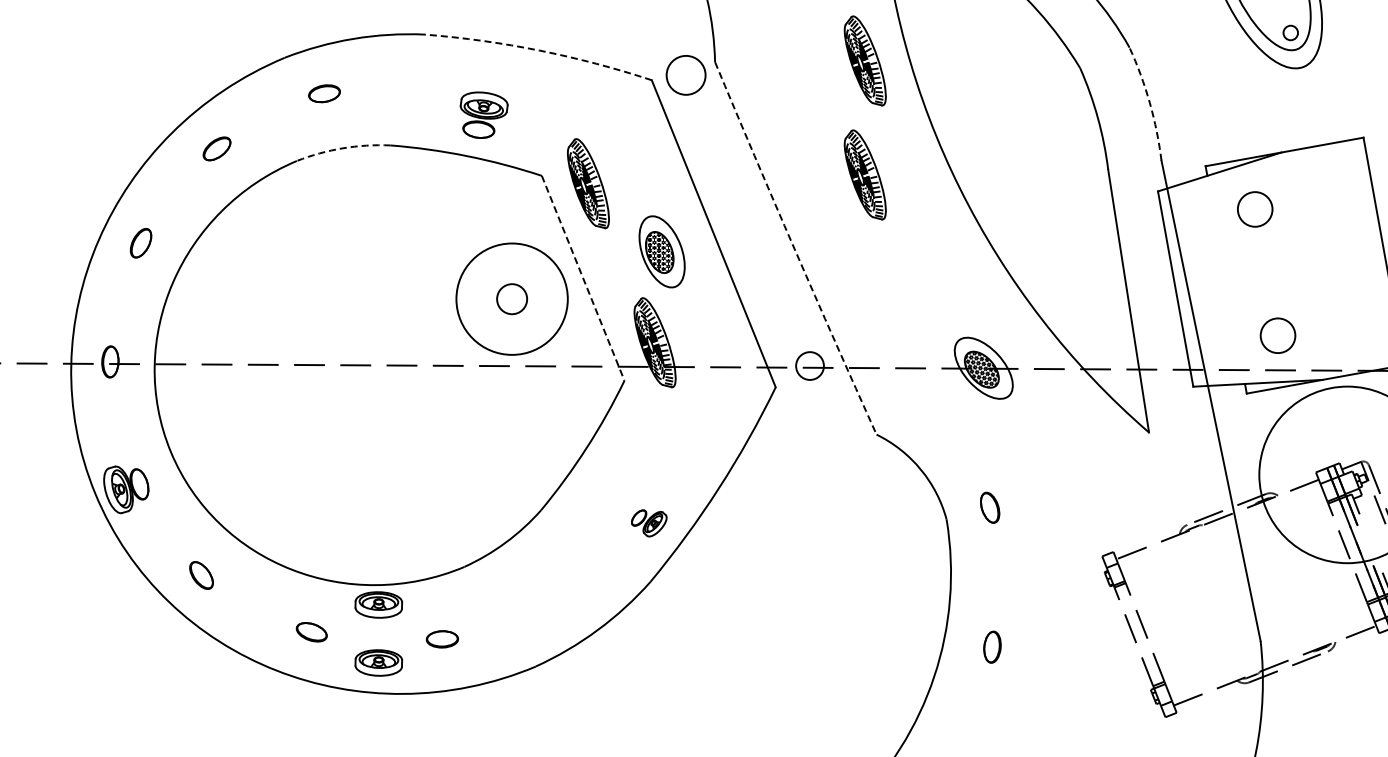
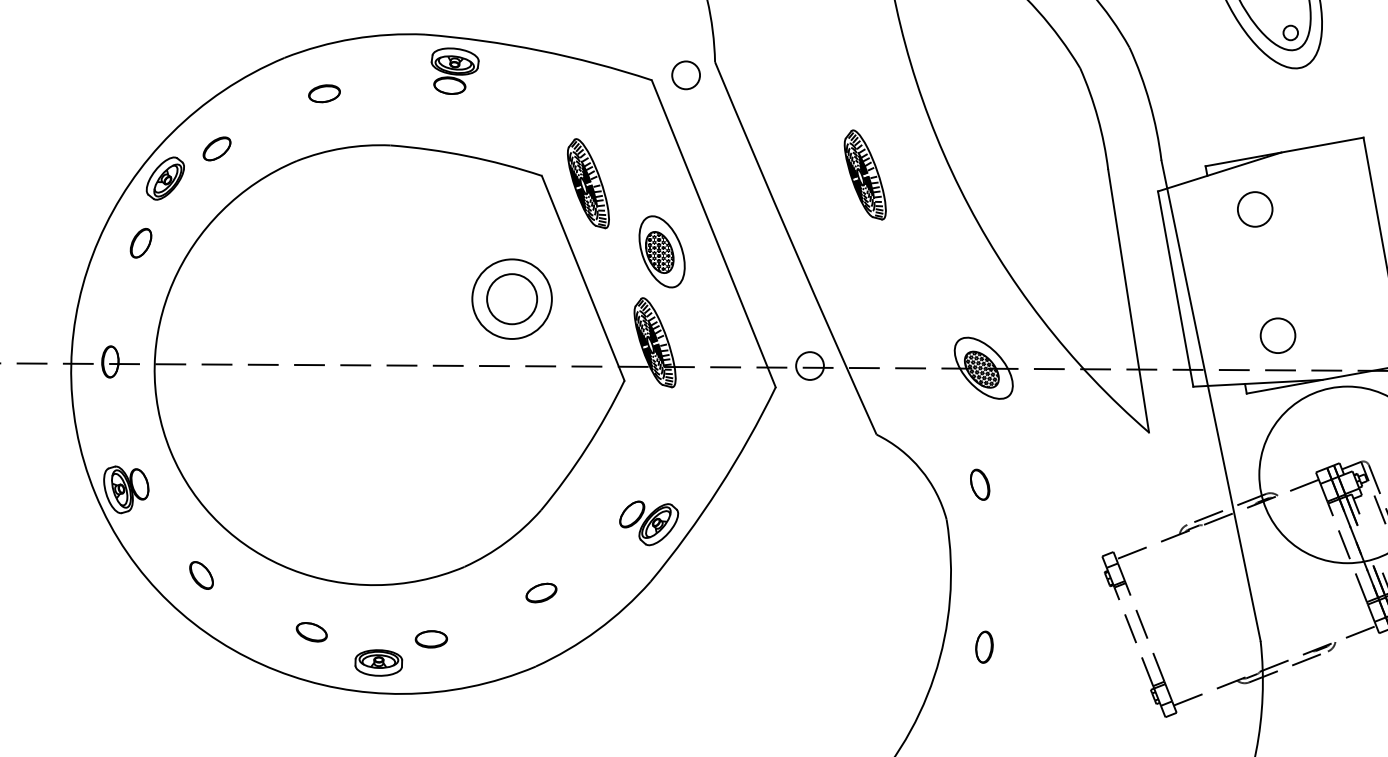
arc at (539, 50): dashed -> solid
part at (864, 60): present -> none
circle at (685, 74) diameter: 39 px -> 28 px
arc at (1149, 102): dashed -> solid
part at (483, 114) position: (483, 114) -> (454, 70)
arc at (342, 148): dashed -> solid
part at (164, 178): none -> present
arc at (794, 248): dashed -> solid
line at (583, 278): dashed -> solid
circle at (511, 298) diameter: 111 px -> 80 px
circle at (512, 299) diameter: 30 px -> 50 px
part at (990, 507) position: (990, 507) -> (980, 484)
part at (649, 523) size: 37x29 px -> 61x47 px
part at (541, 592): none -> present
part at (378, 604): present -> none
part at (441, 639) position: (441, 639) -> (430, 639)
part at (992, 646) position: (992, 646) -> (984, 646)
